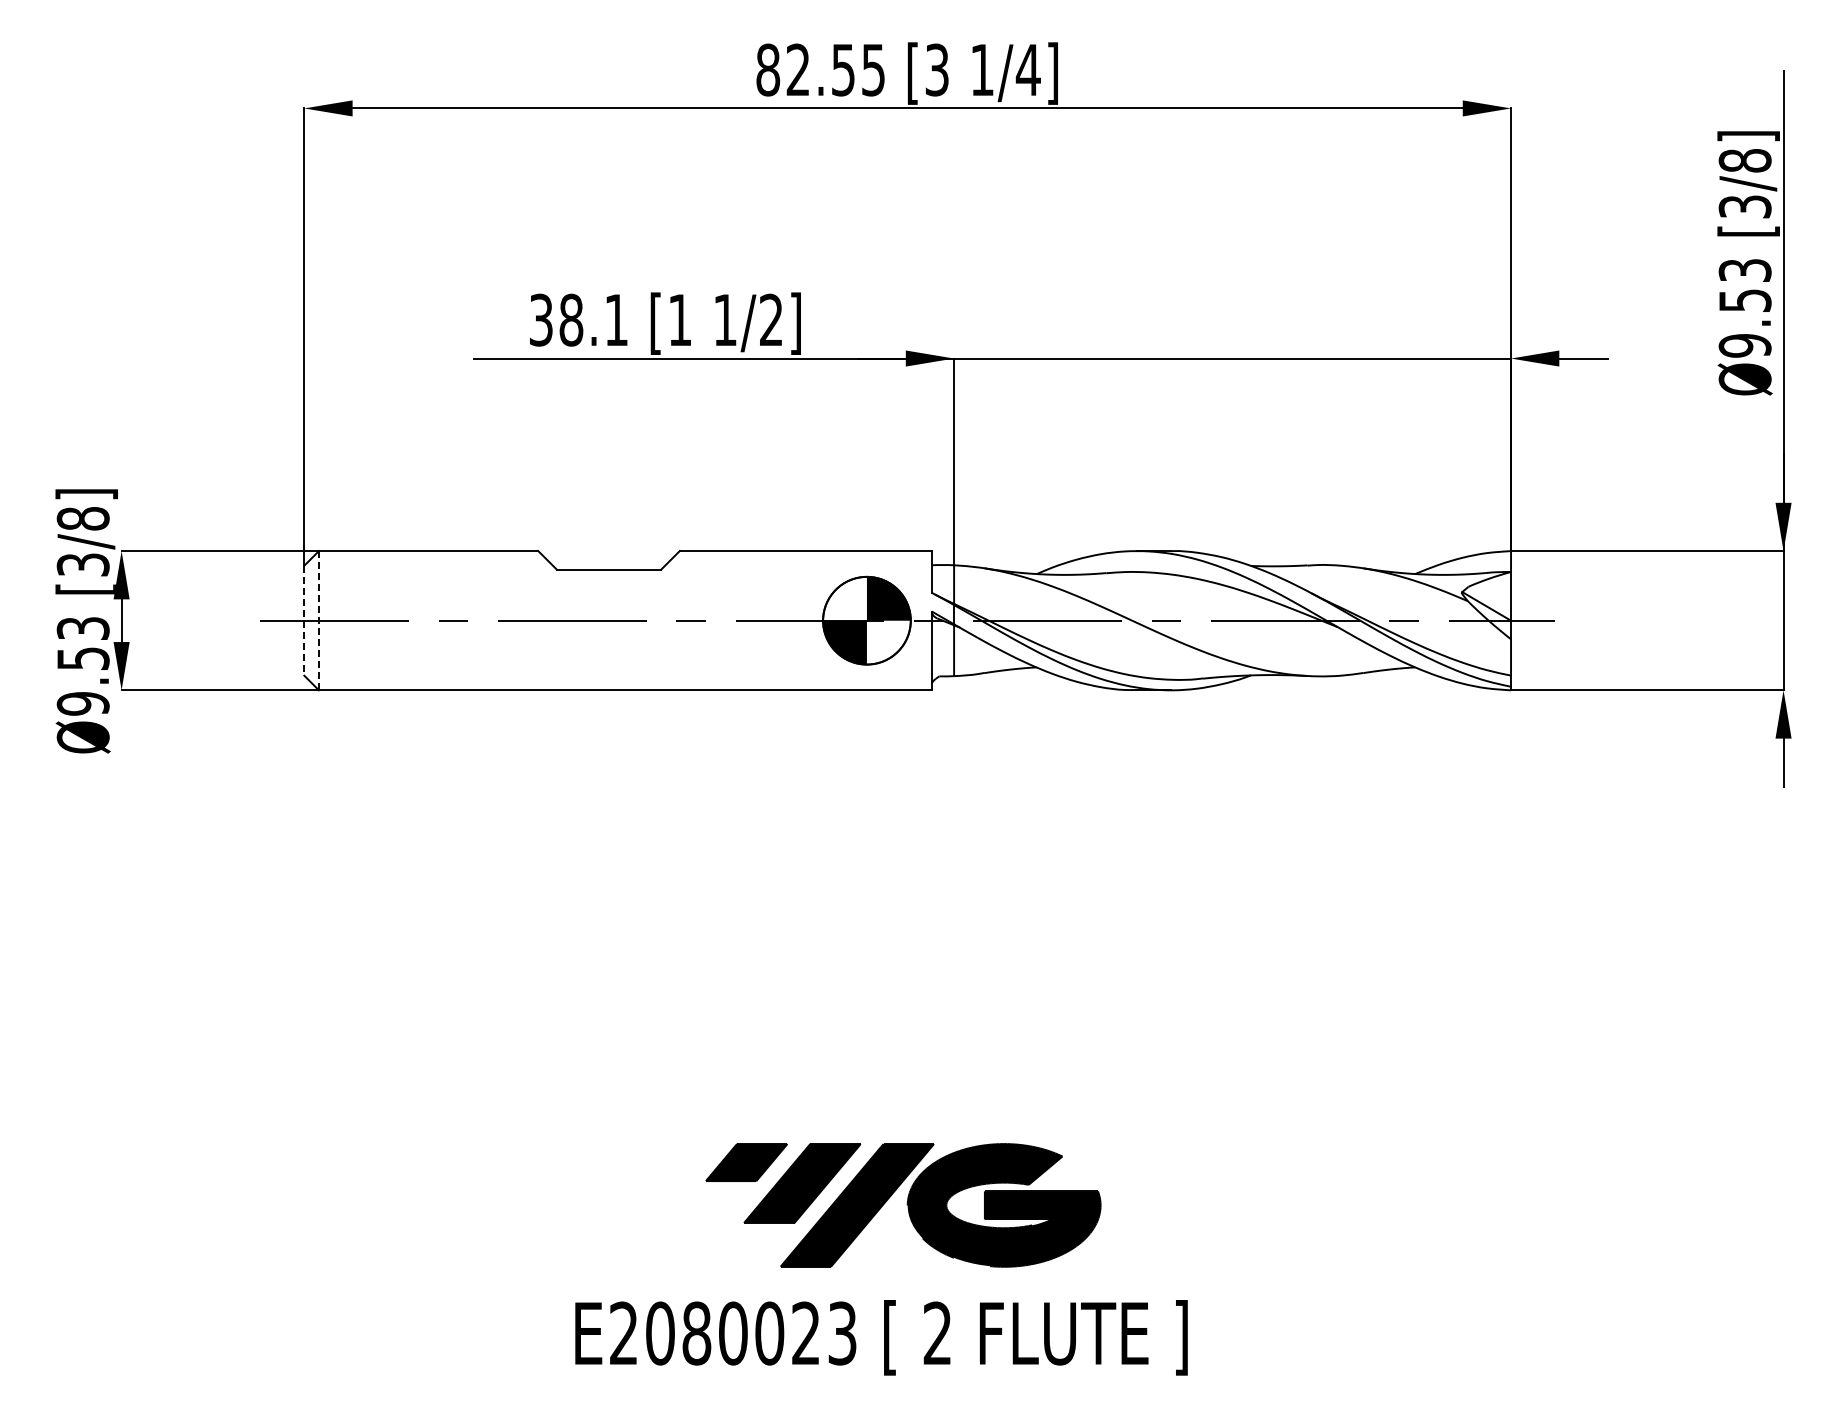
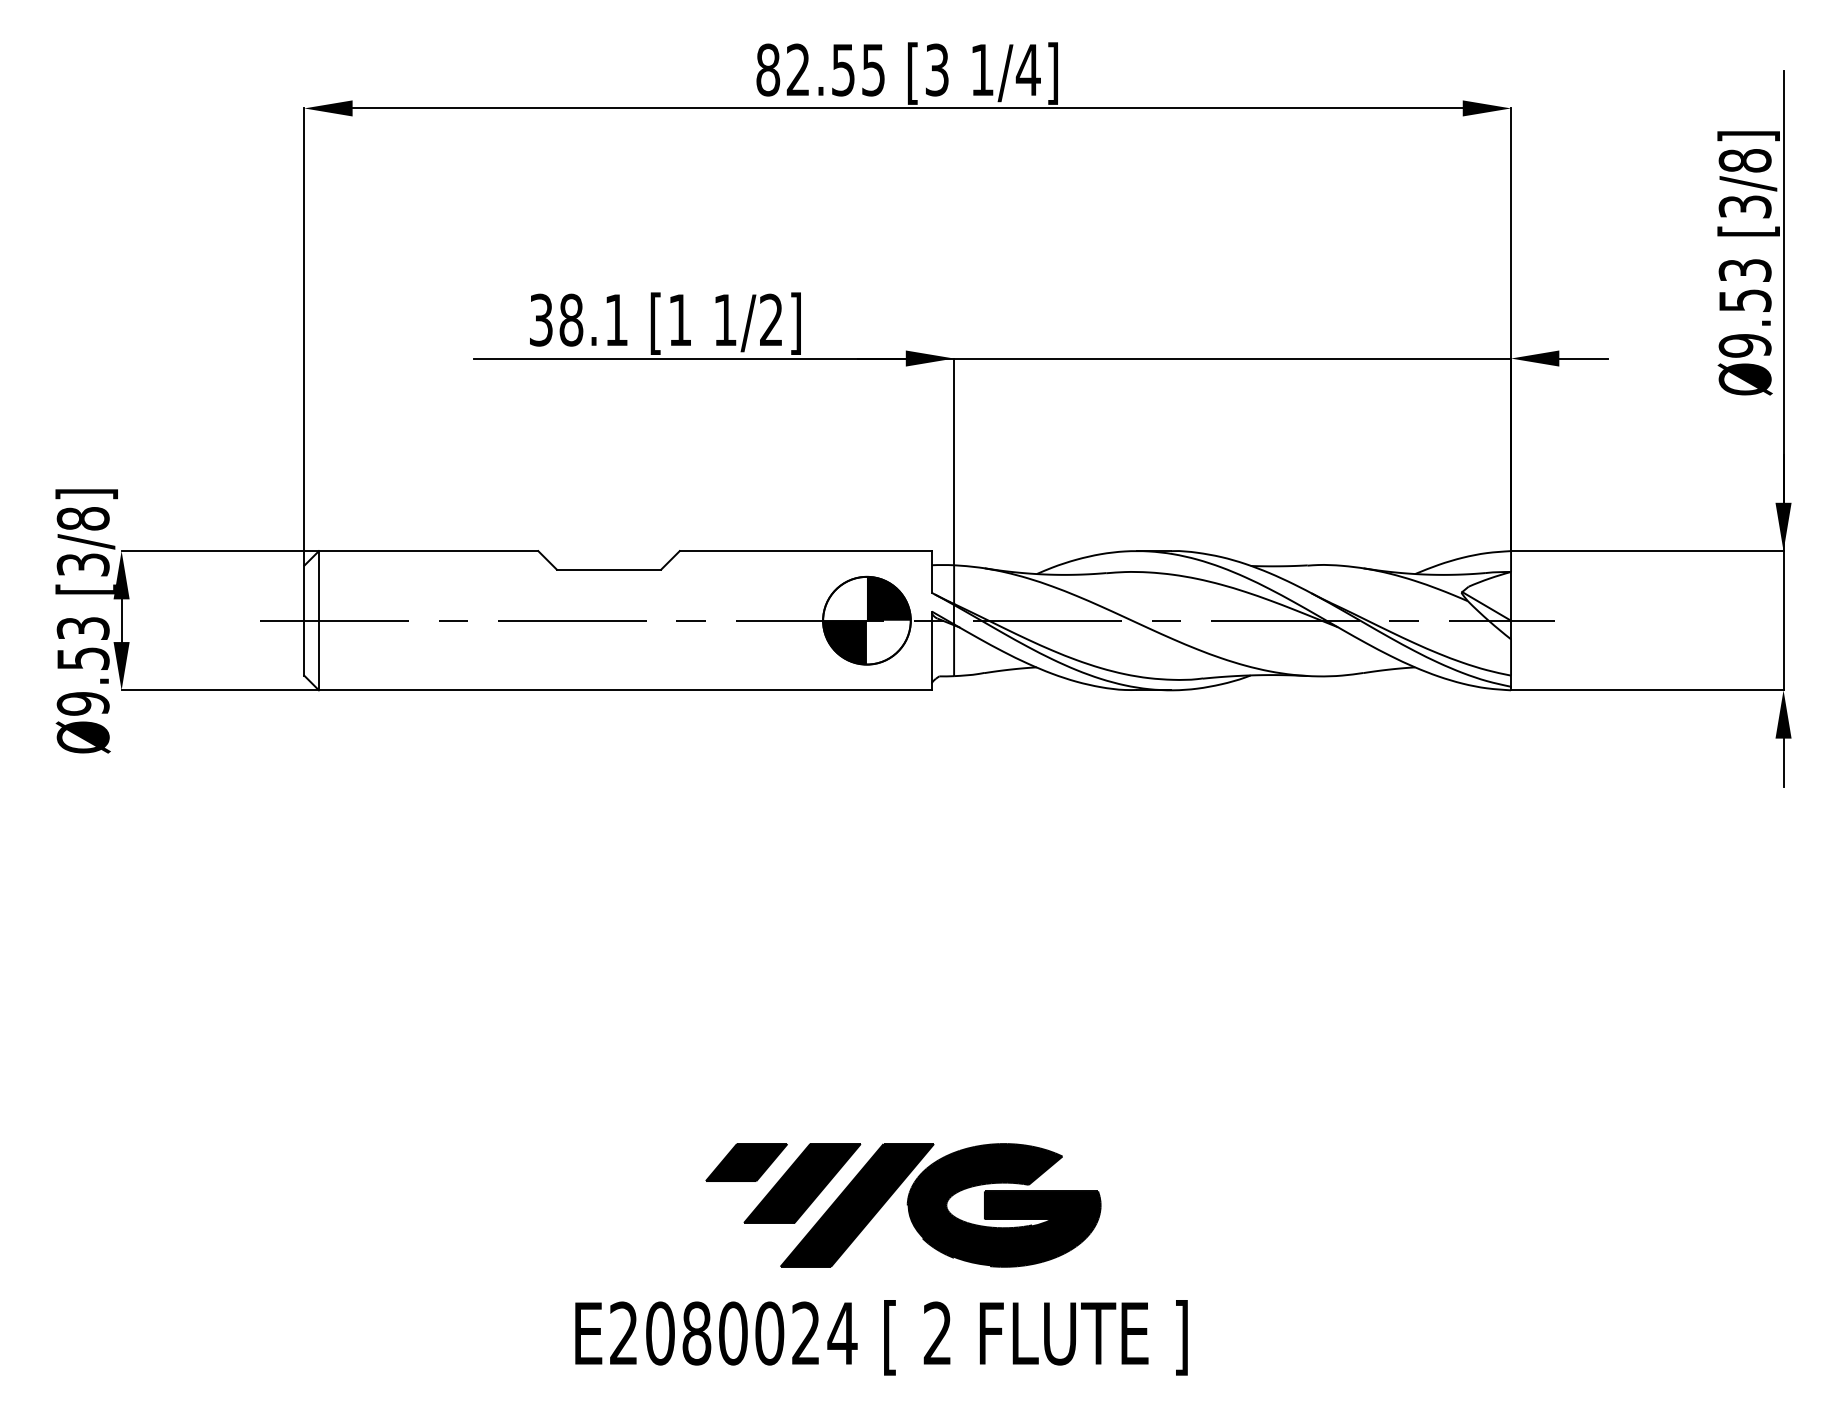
line at (304, 620): dashed -> solid
line at (318, 620): dashed -> solid
text at (842, 1333): E2080023 -> E2080024
